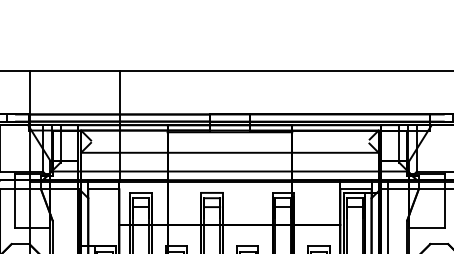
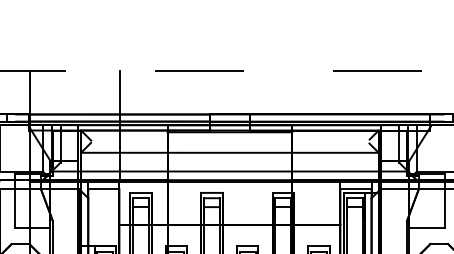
line at (227, 70): solid -> dashed
line at (388, 216): present -> none
